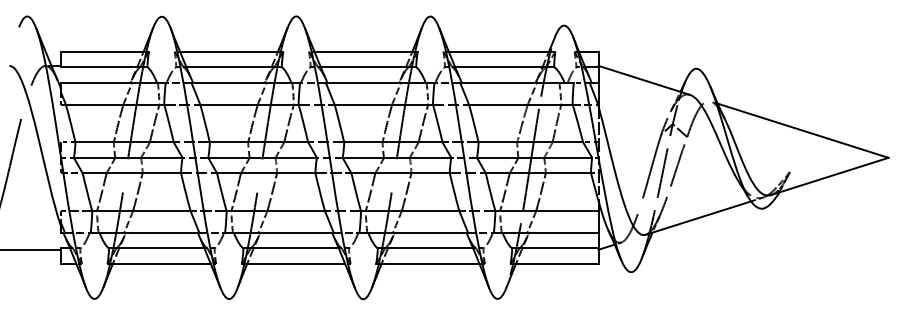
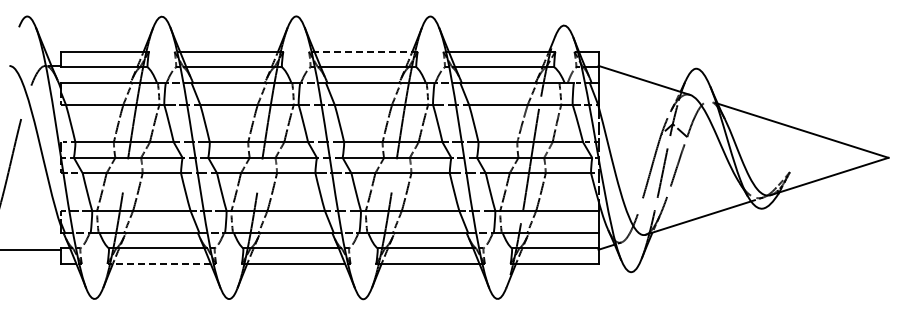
line at (366, 51): solid -> dashed
line at (159, 263): solid -> dashed
